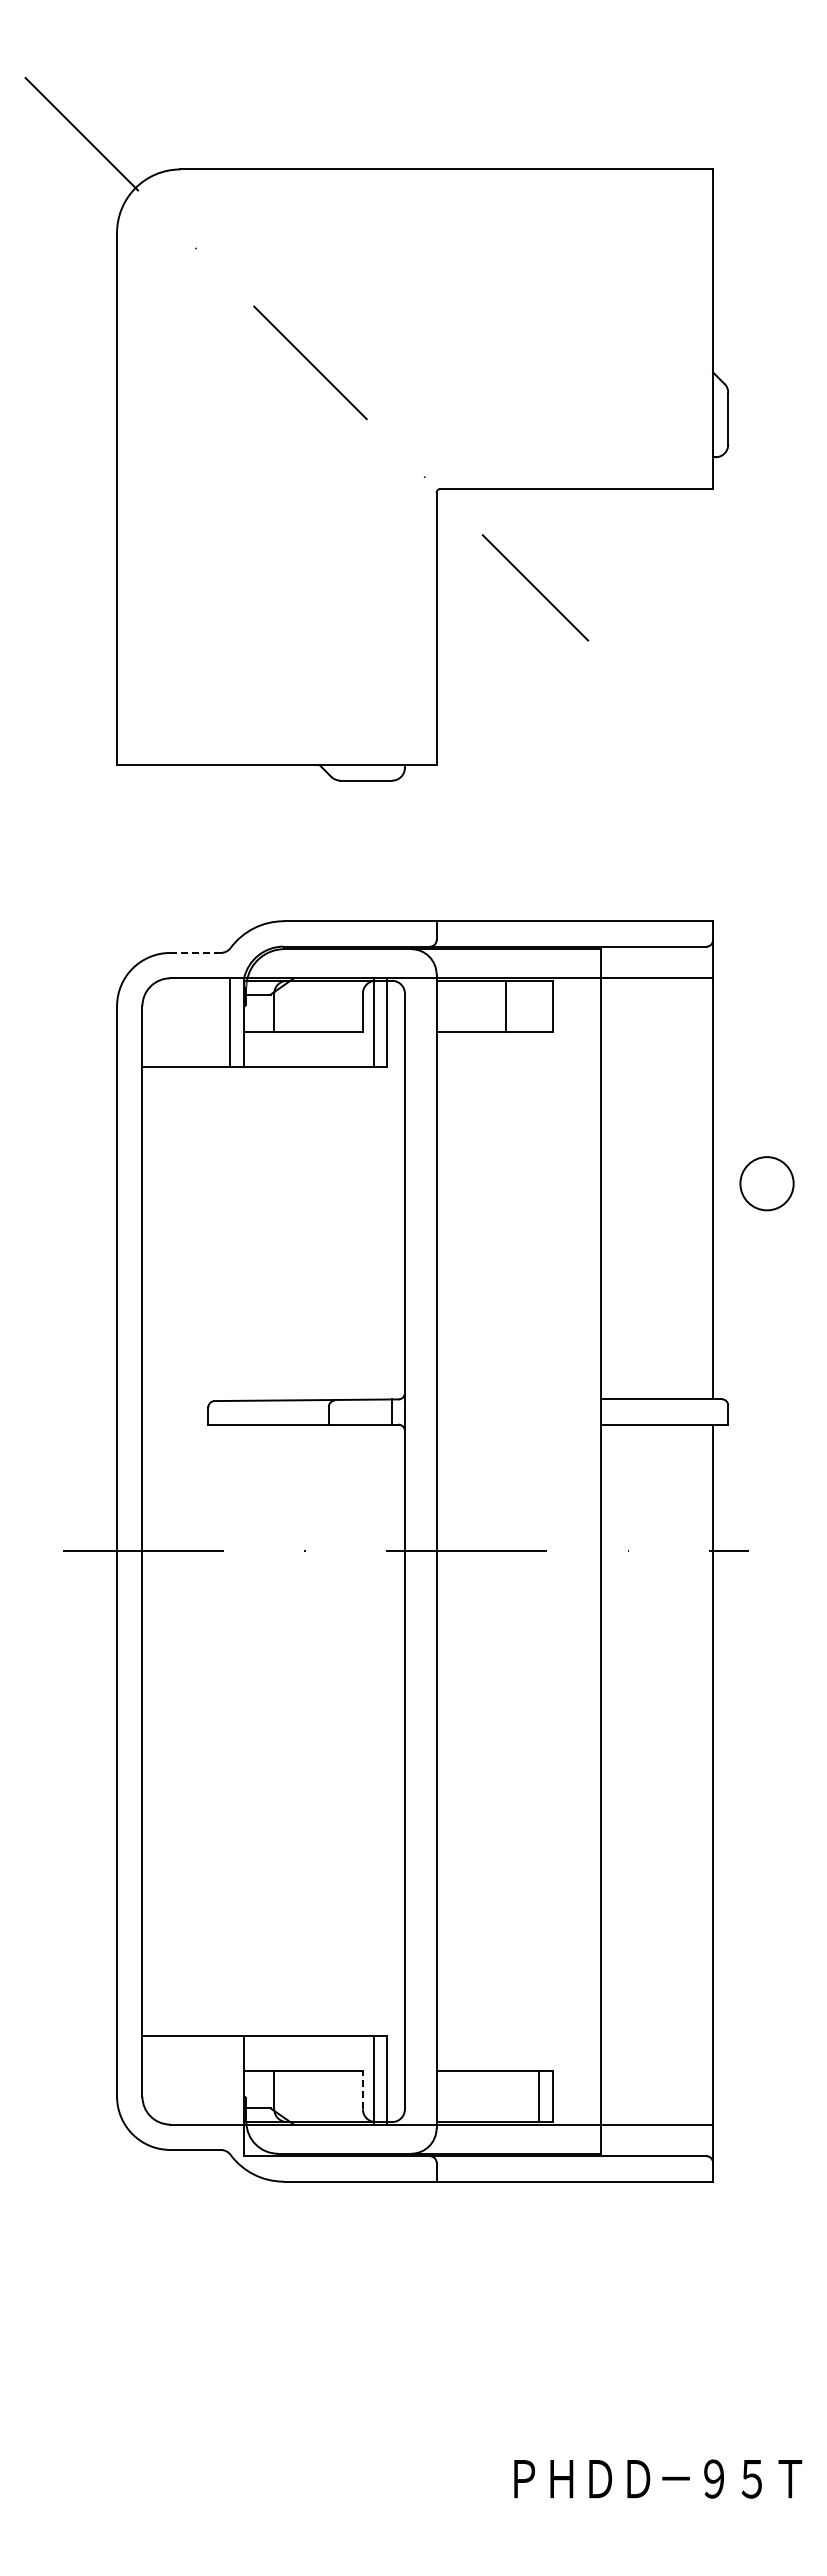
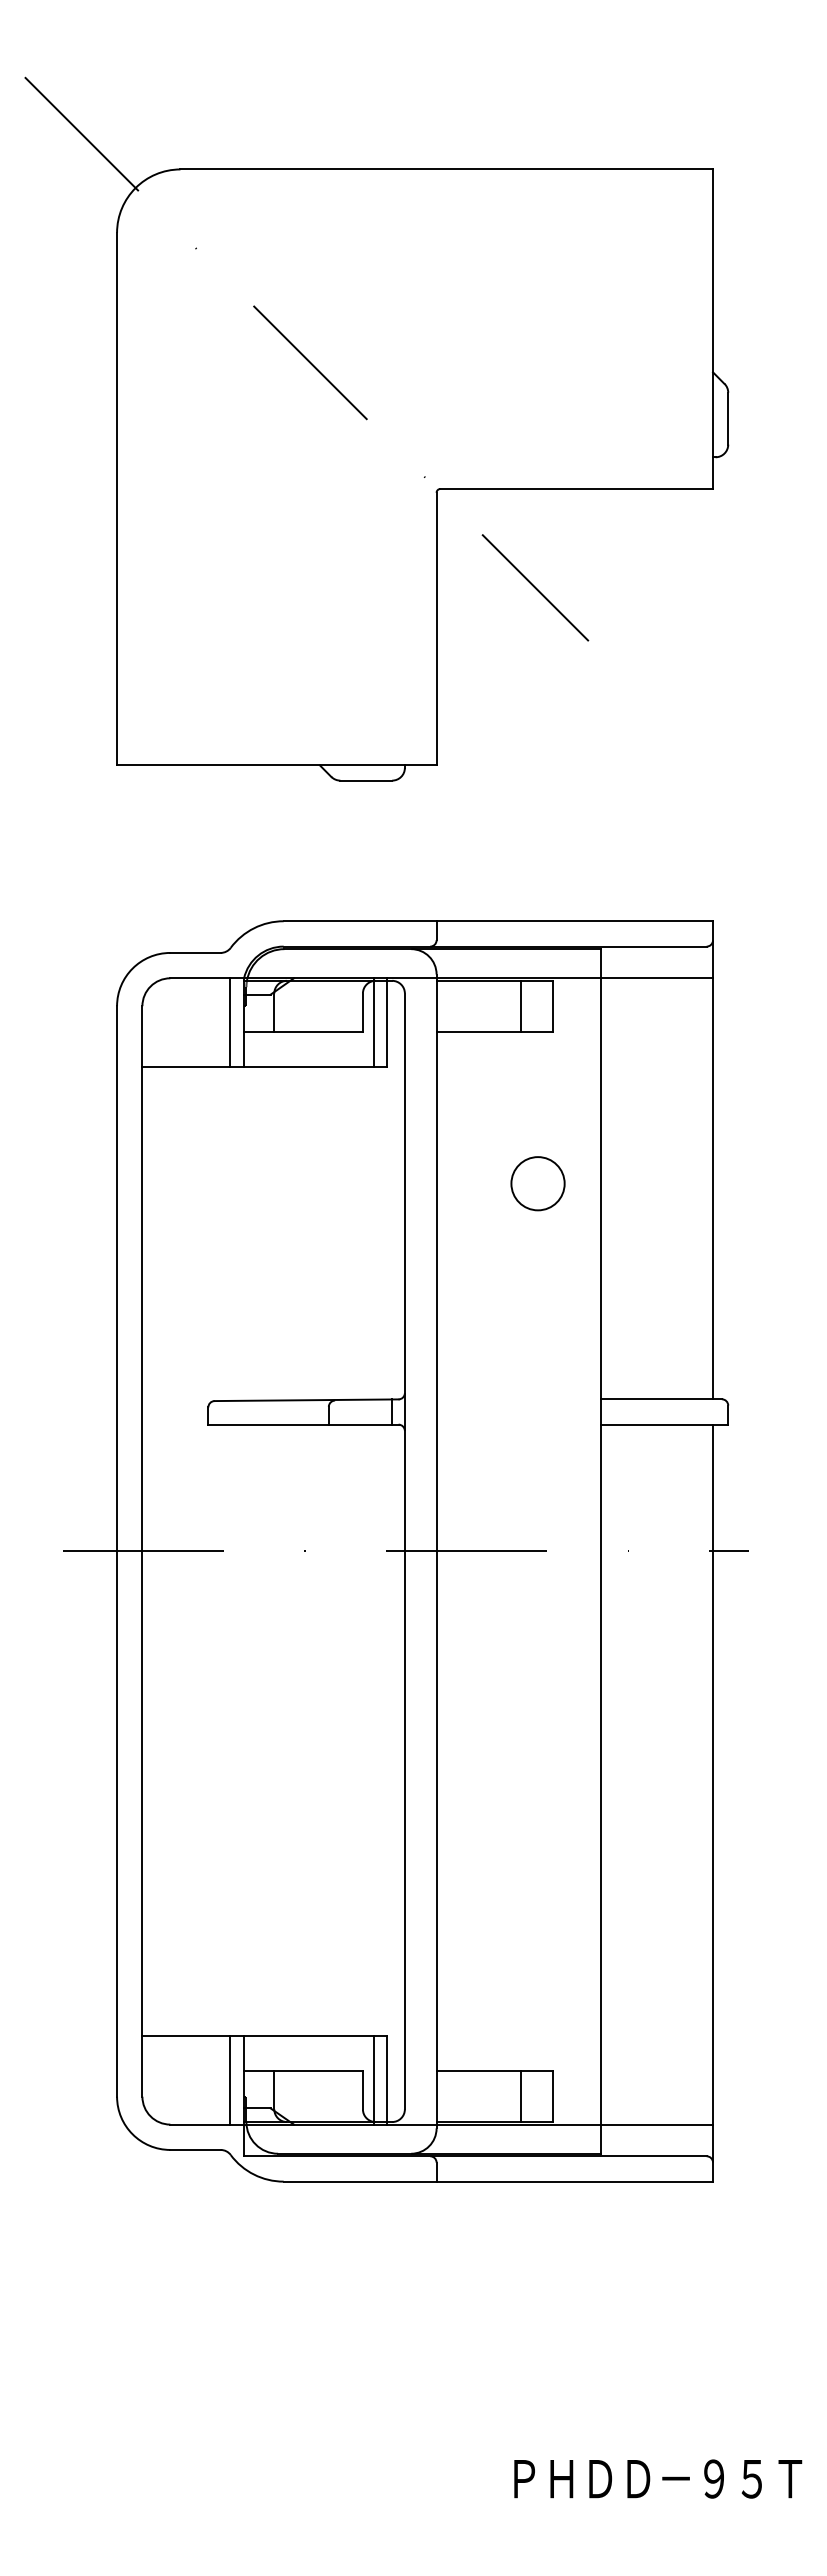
line at (195, 952): dashed -> solid
line at (506, 1005) position: (506, 1005) -> (521, 1005)
circle at (766, 1183) position: (766, 1183) -> (537, 1183)
line at (230, 2079): none -> present
line at (362, 2089): dashed -> solid
line at (539, 2096) position: (539, 2096) -> (521, 2096)
